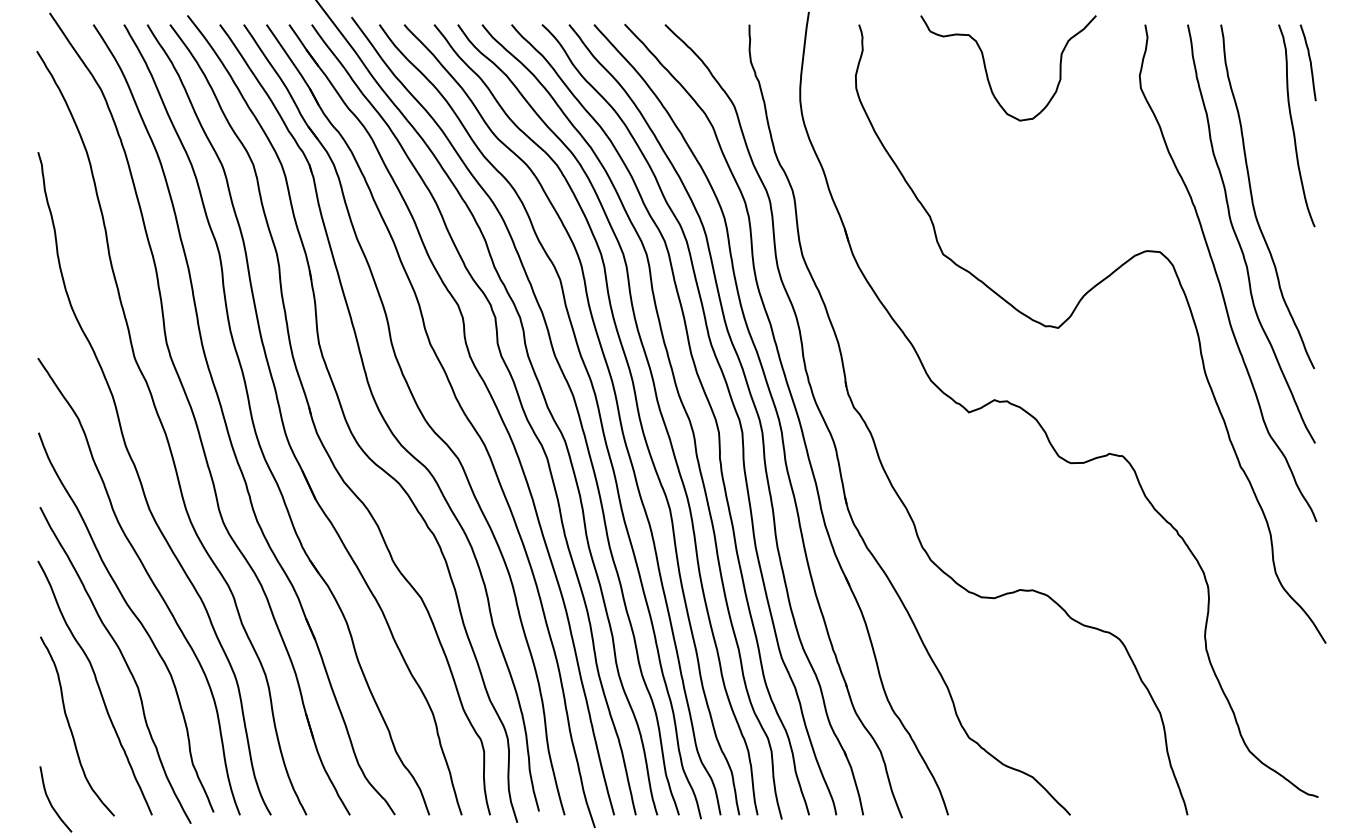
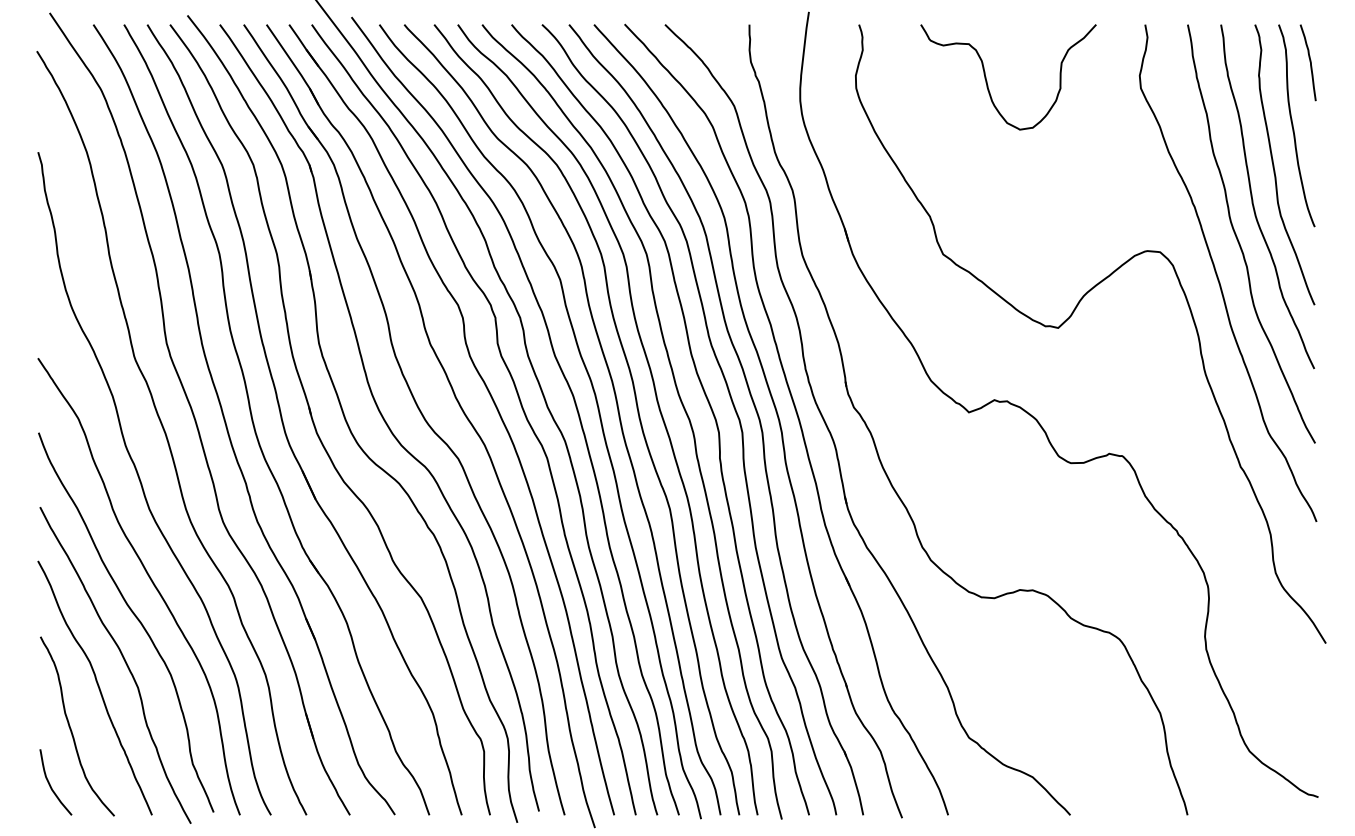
curve at (987, 71) position: (987, 71) -> (987, 80)
curve at (1274, 164): none -> present
curve at (50, 800) position: (50, 800) -> (50, 783)
